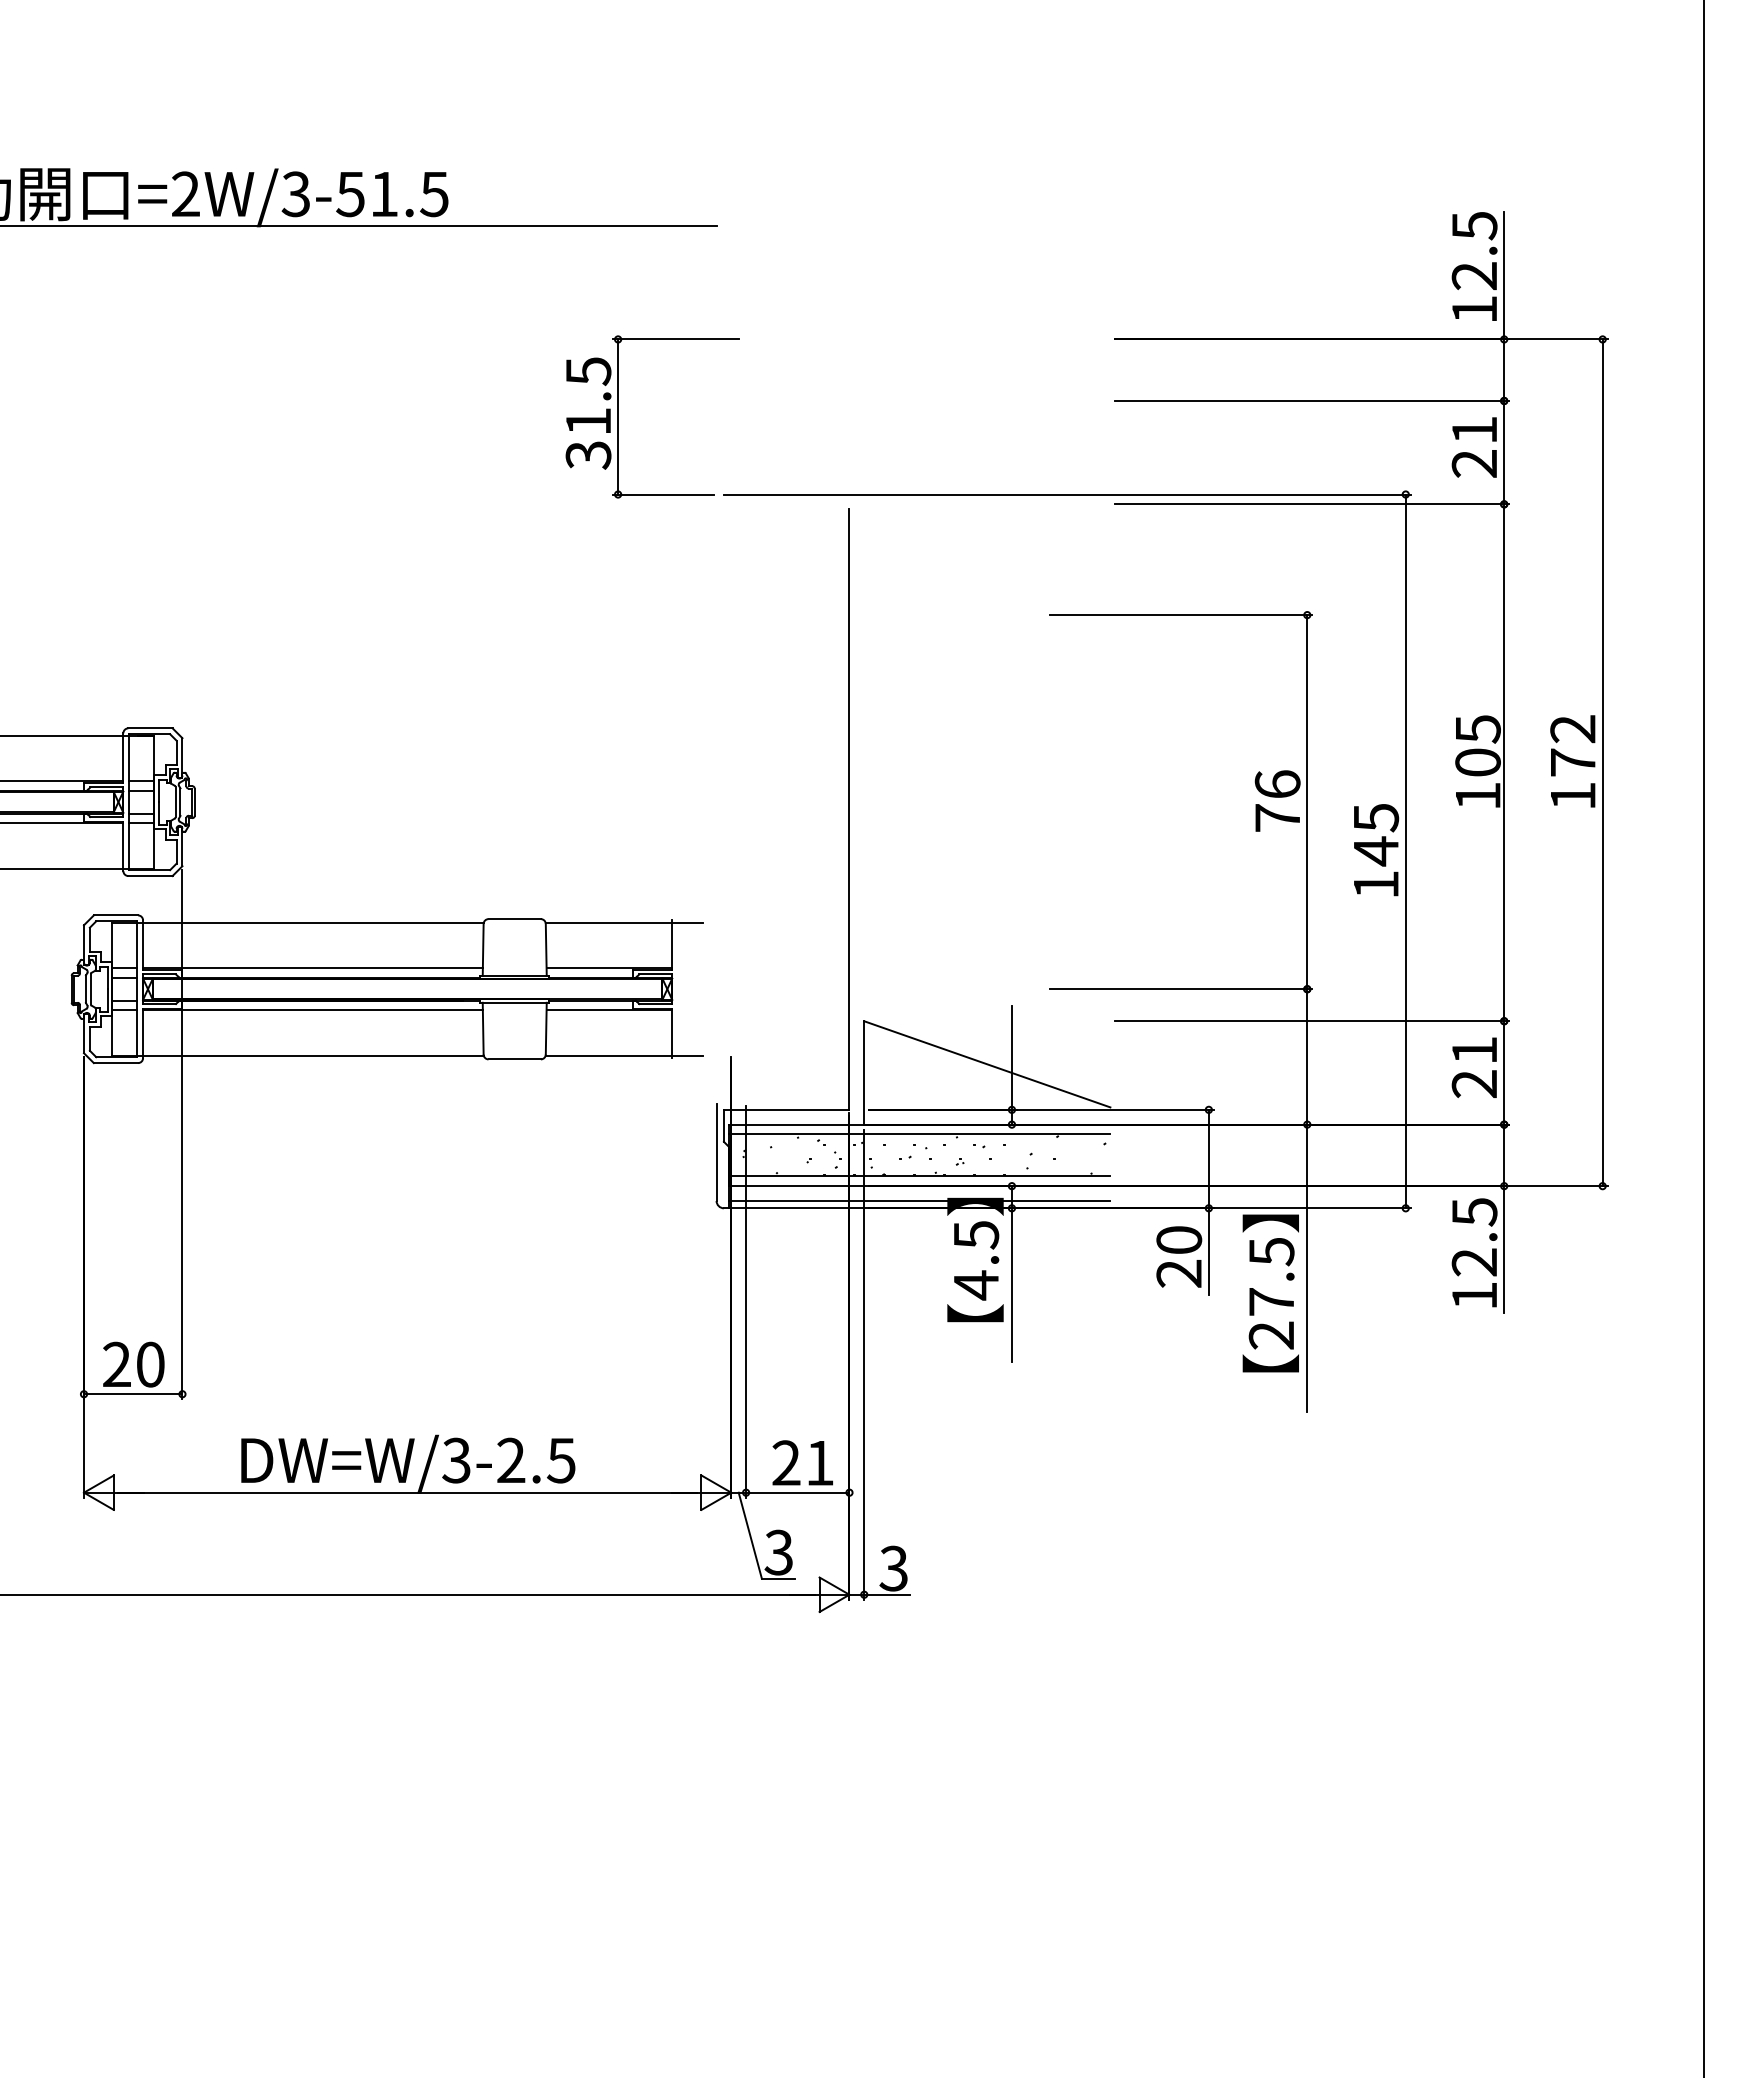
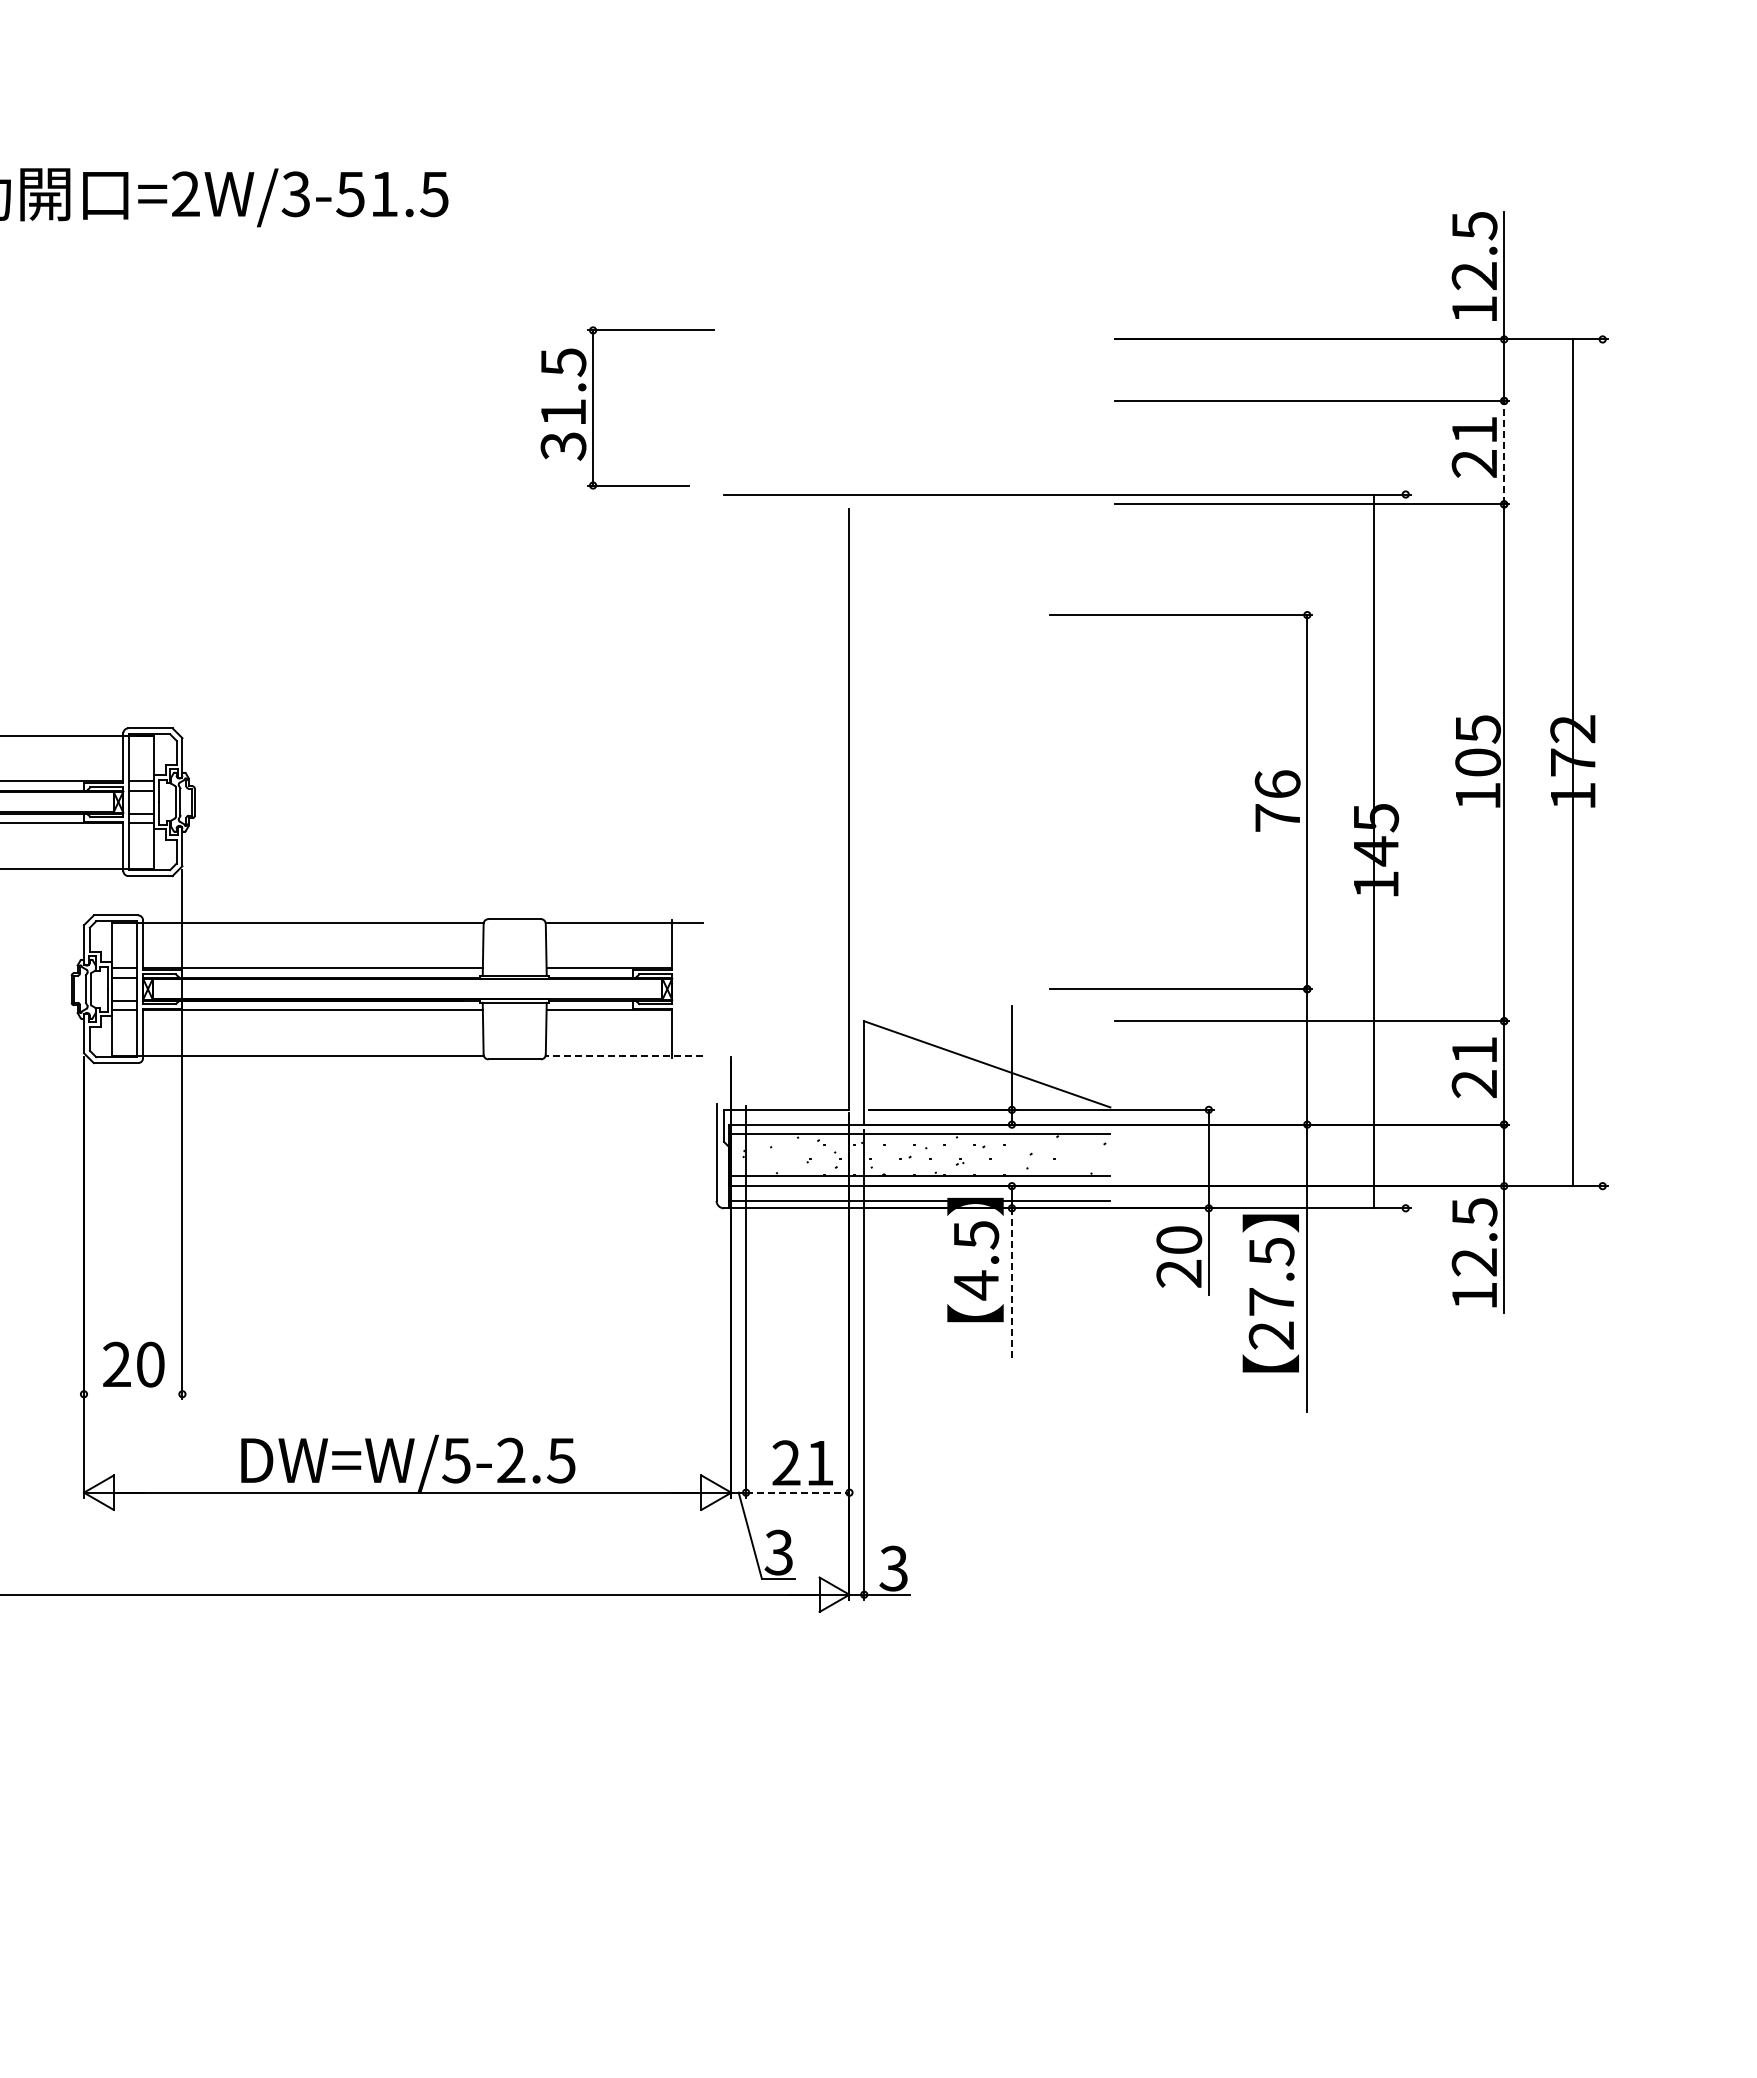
line at (359, 226): present -> none
part at (618, 416) position: (618, 416) -> (593, 407)
line at (1504, 452): solid -> dashed
line at (1602, 762) position: (1602, 762) -> (1572, 762)
line at (1405, 851) position: (1405, 851) -> (1373, 851)
line at (1704, 1038): present -> none
line at (624, 1055): solid -> dashed
line at (1011, 1285): solid -> dashed
line at (133, 1394): present -> none
text at (456, 1460): DW=W/3-2.5 -> DW=W/5-2.5
line at (797, 1492): solid -> dashed
